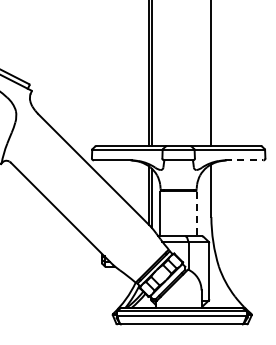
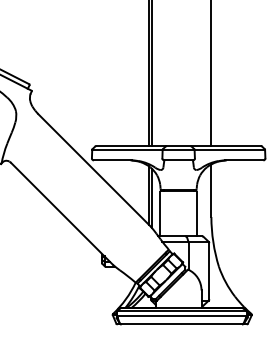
line at (244, 160): dashed -> solid
line at (196, 214): dashed -> solid
